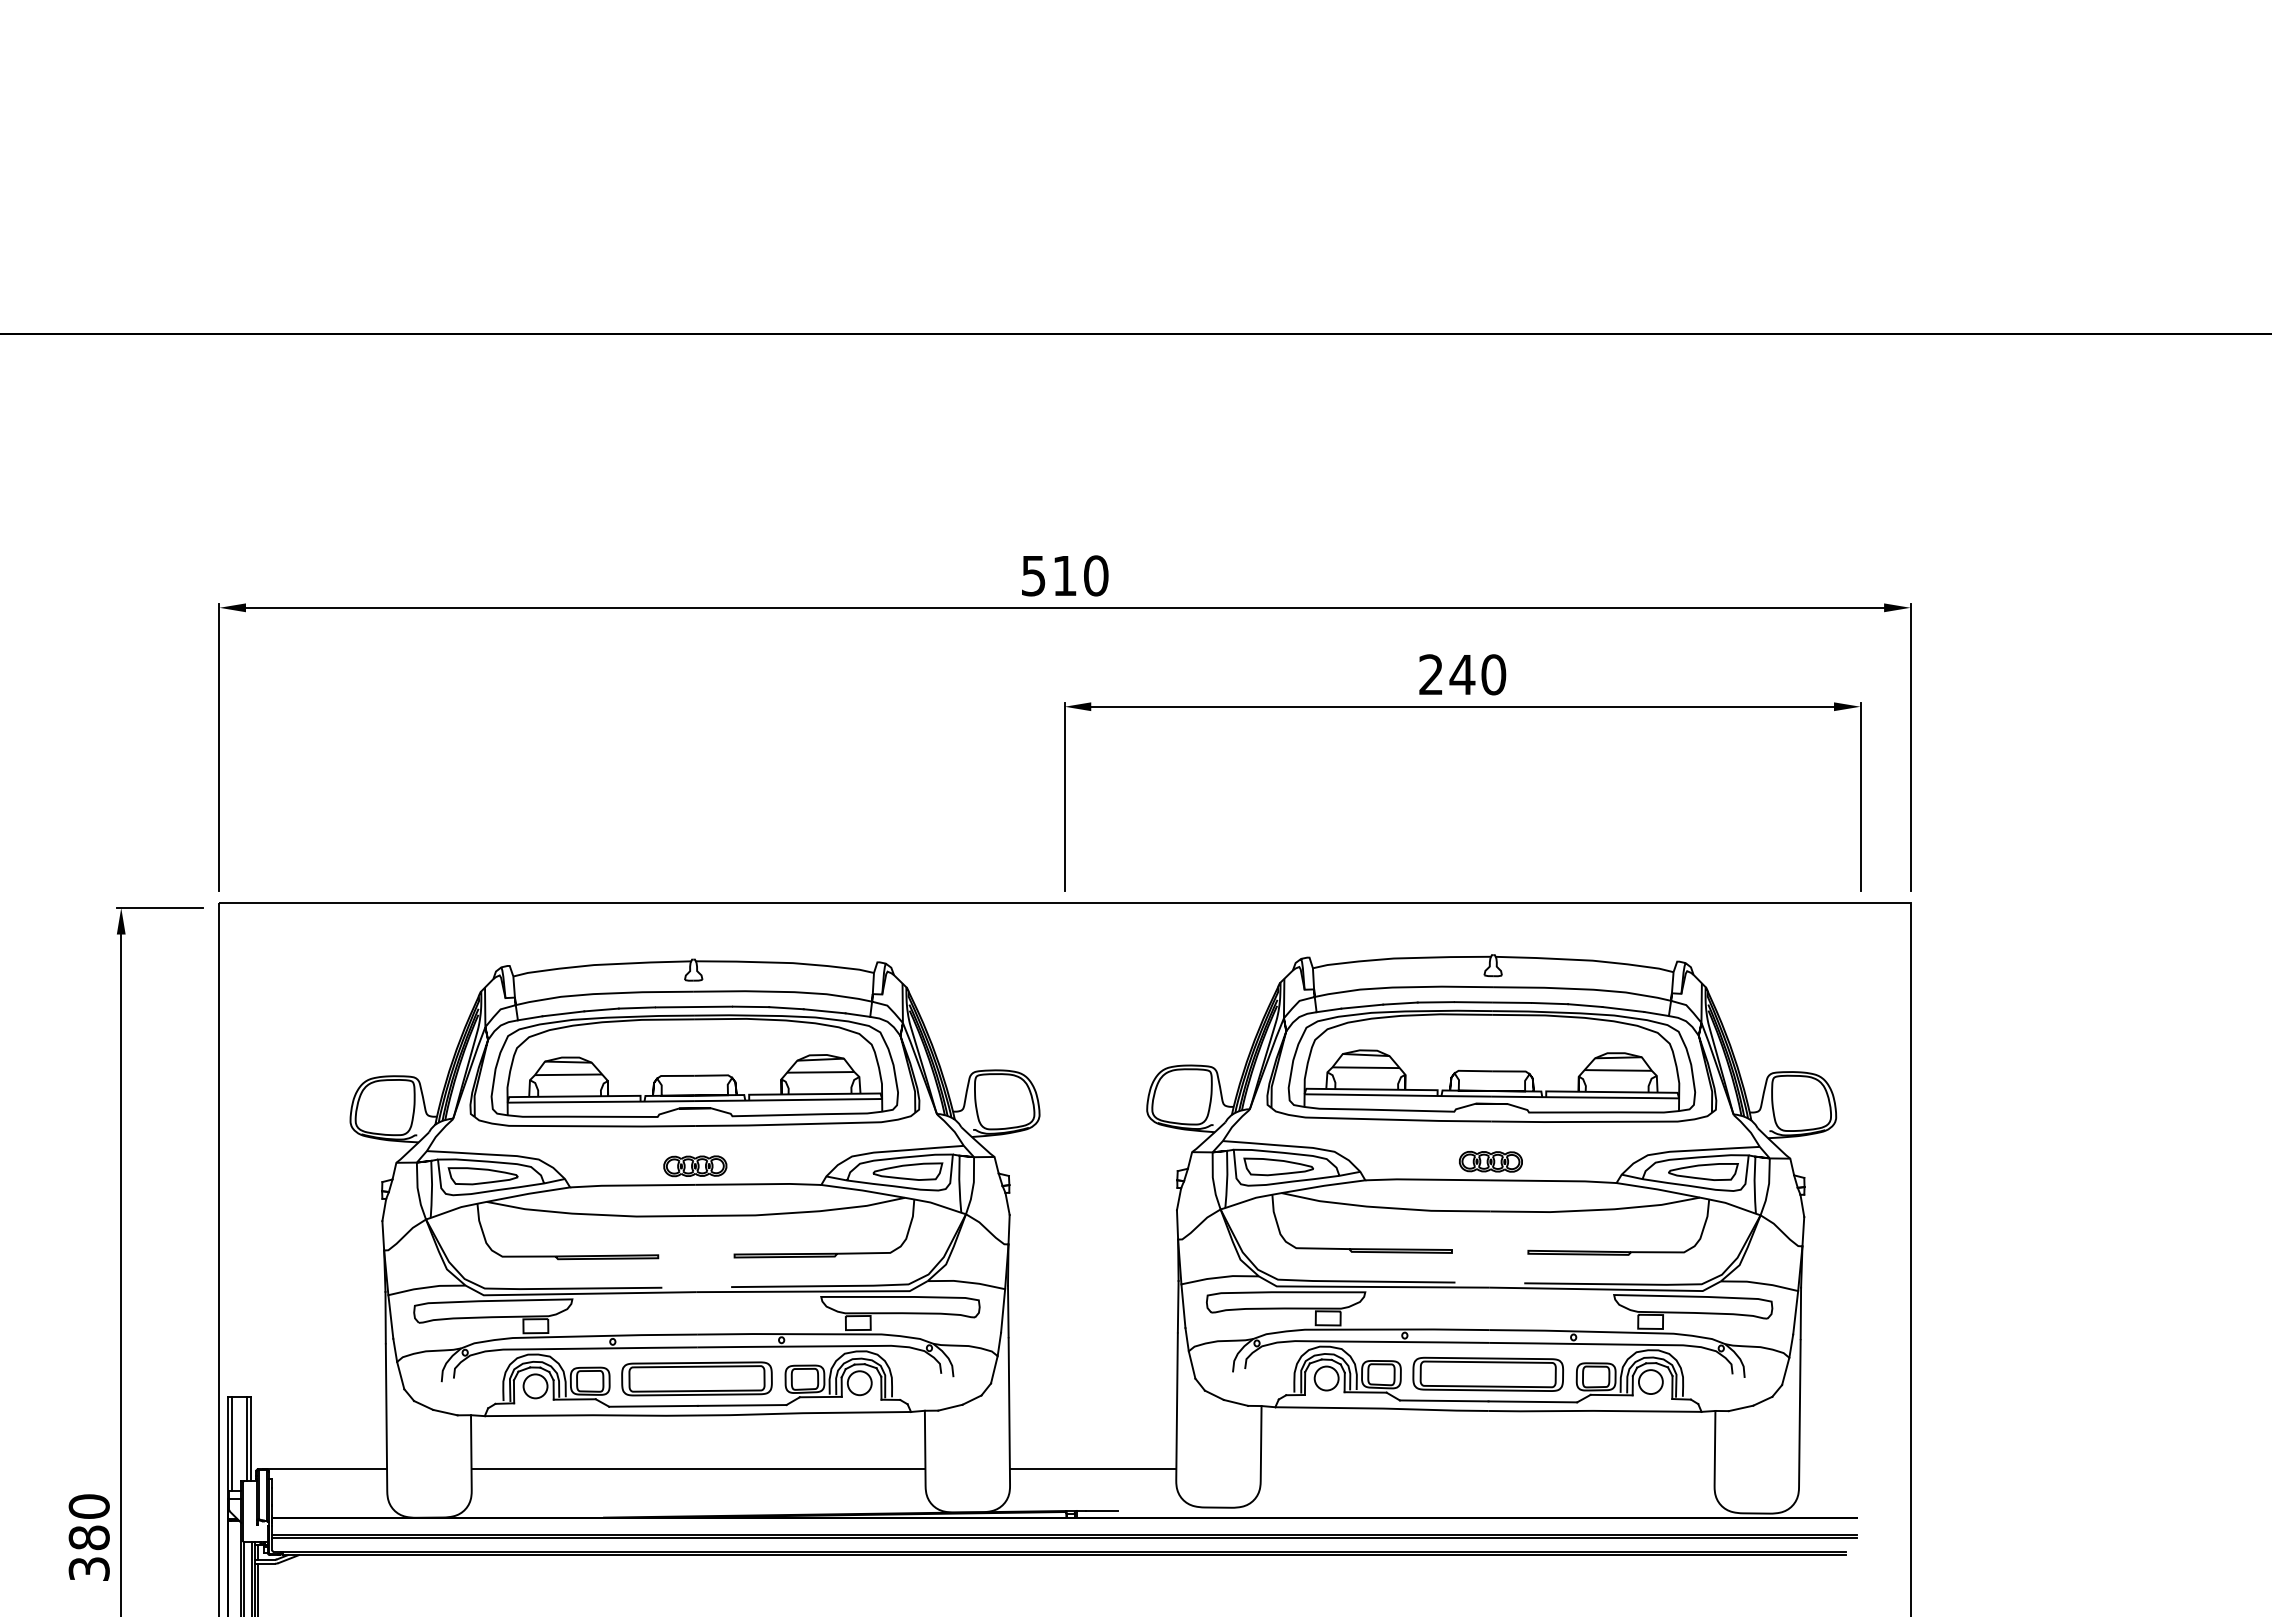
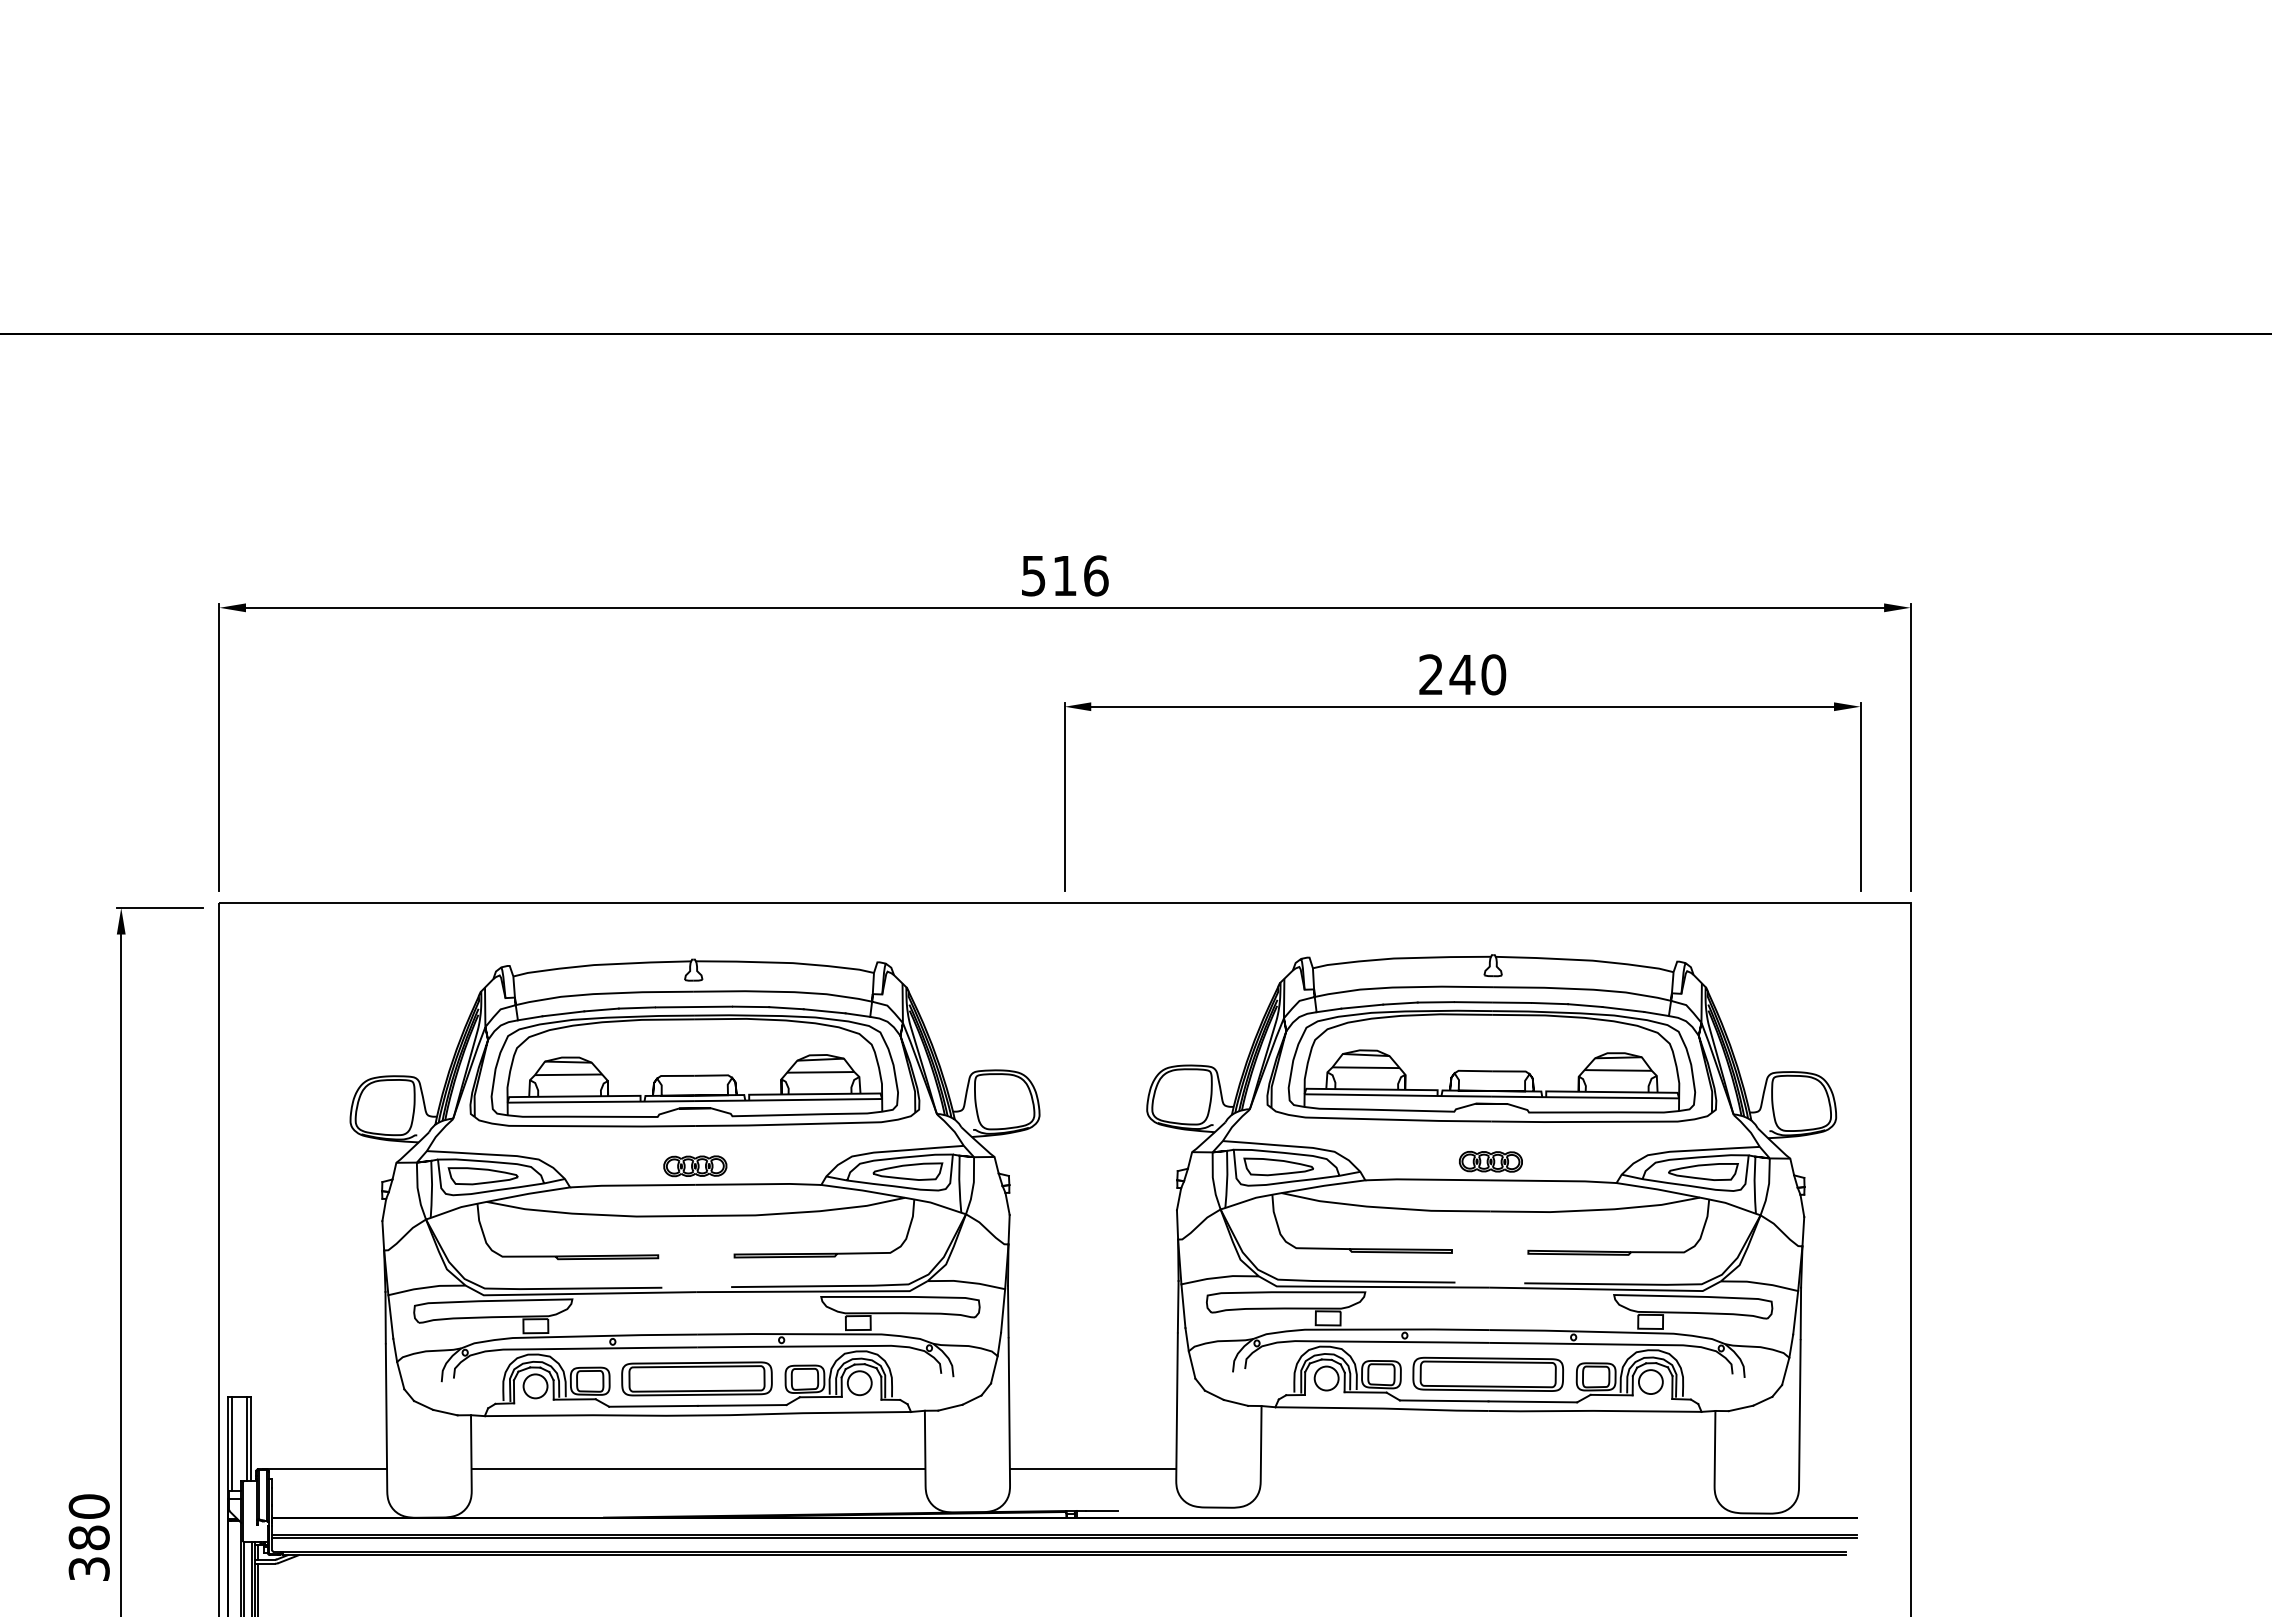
text at (1096, 575): 510 -> 516
